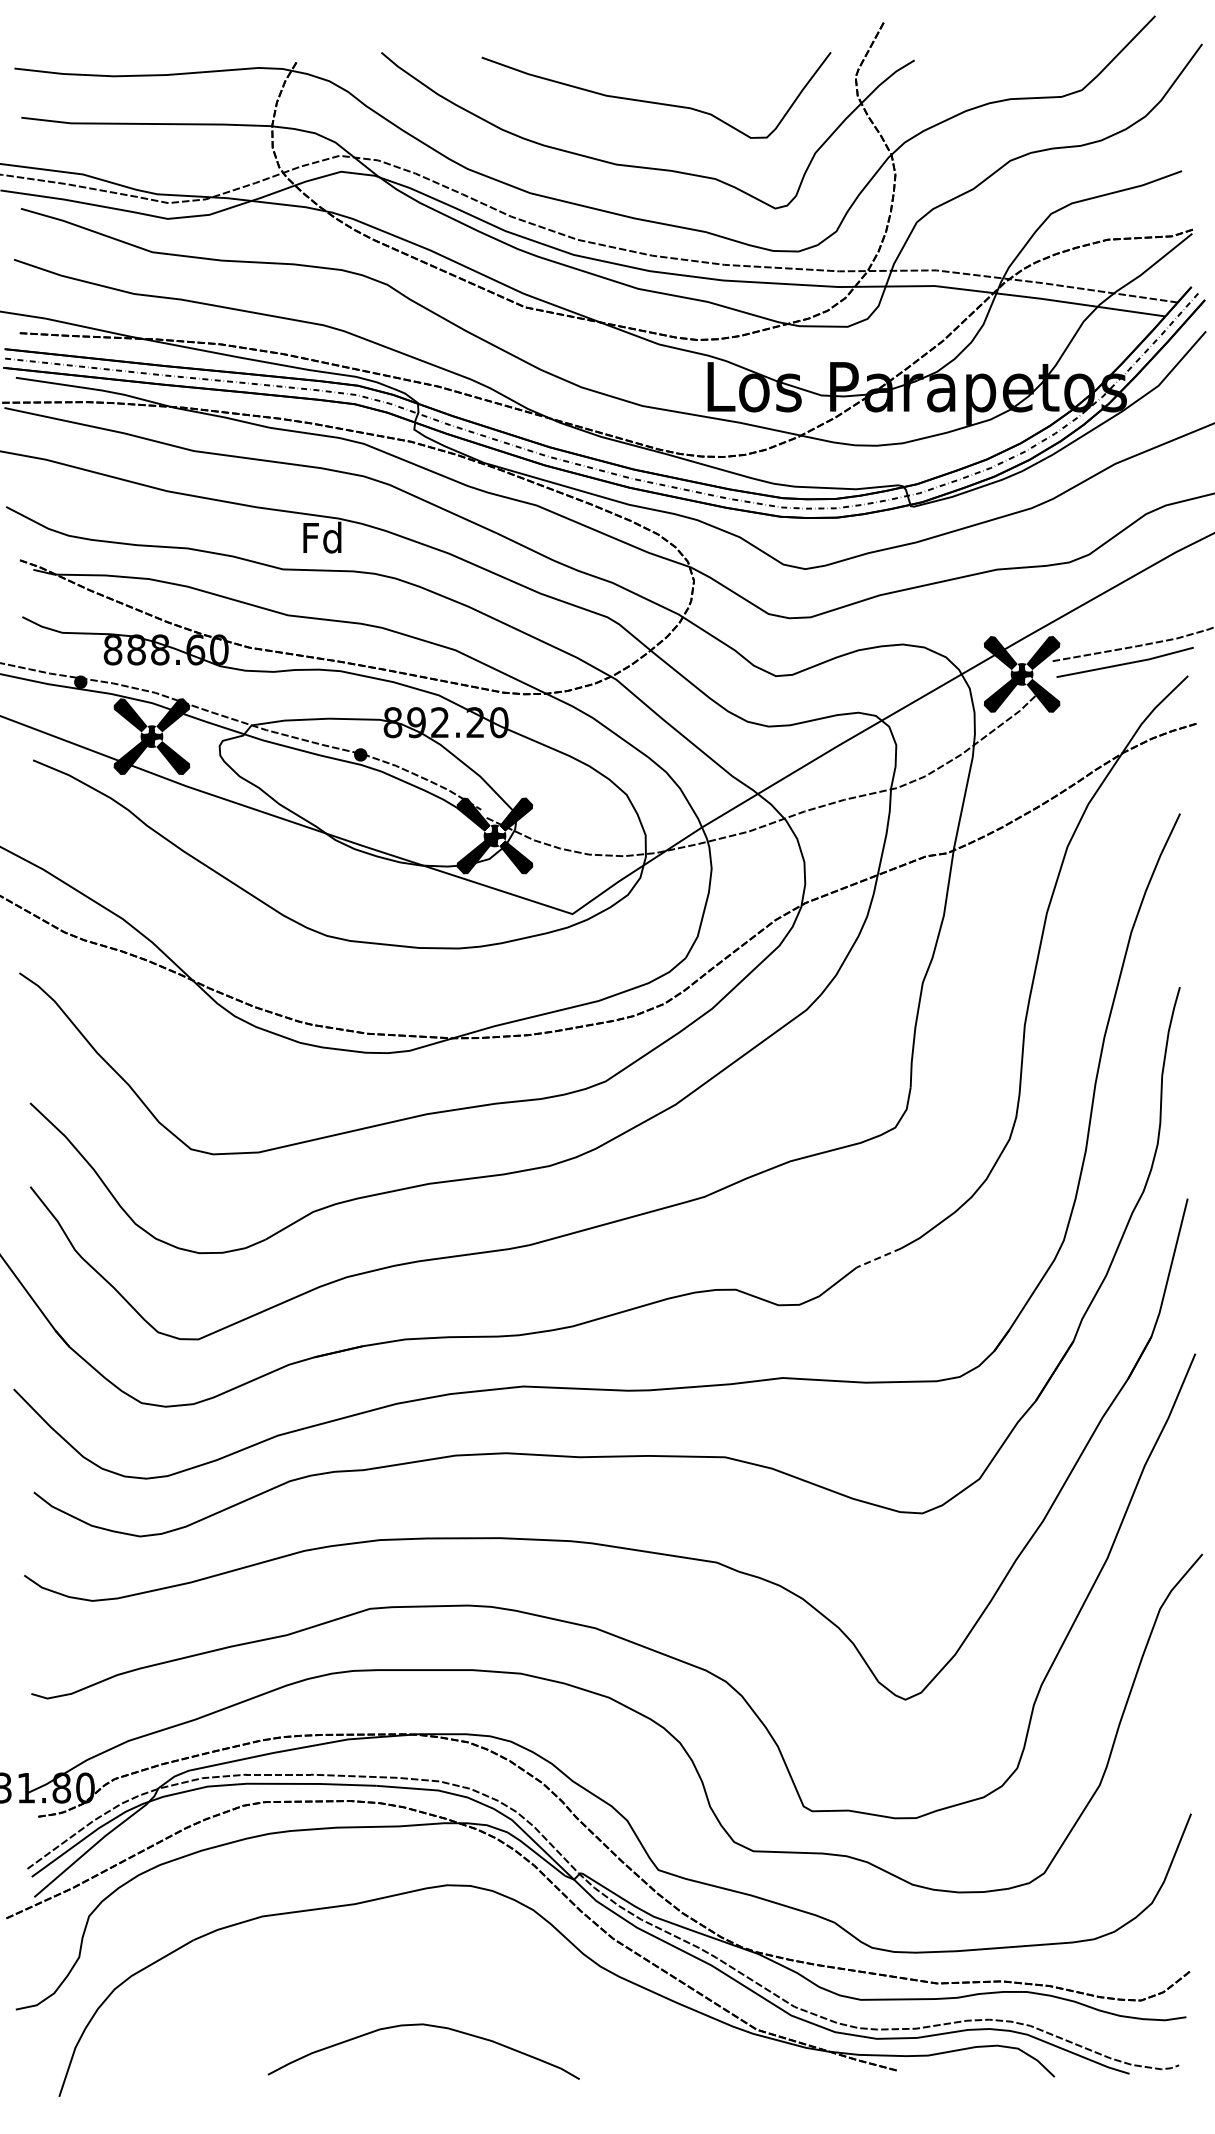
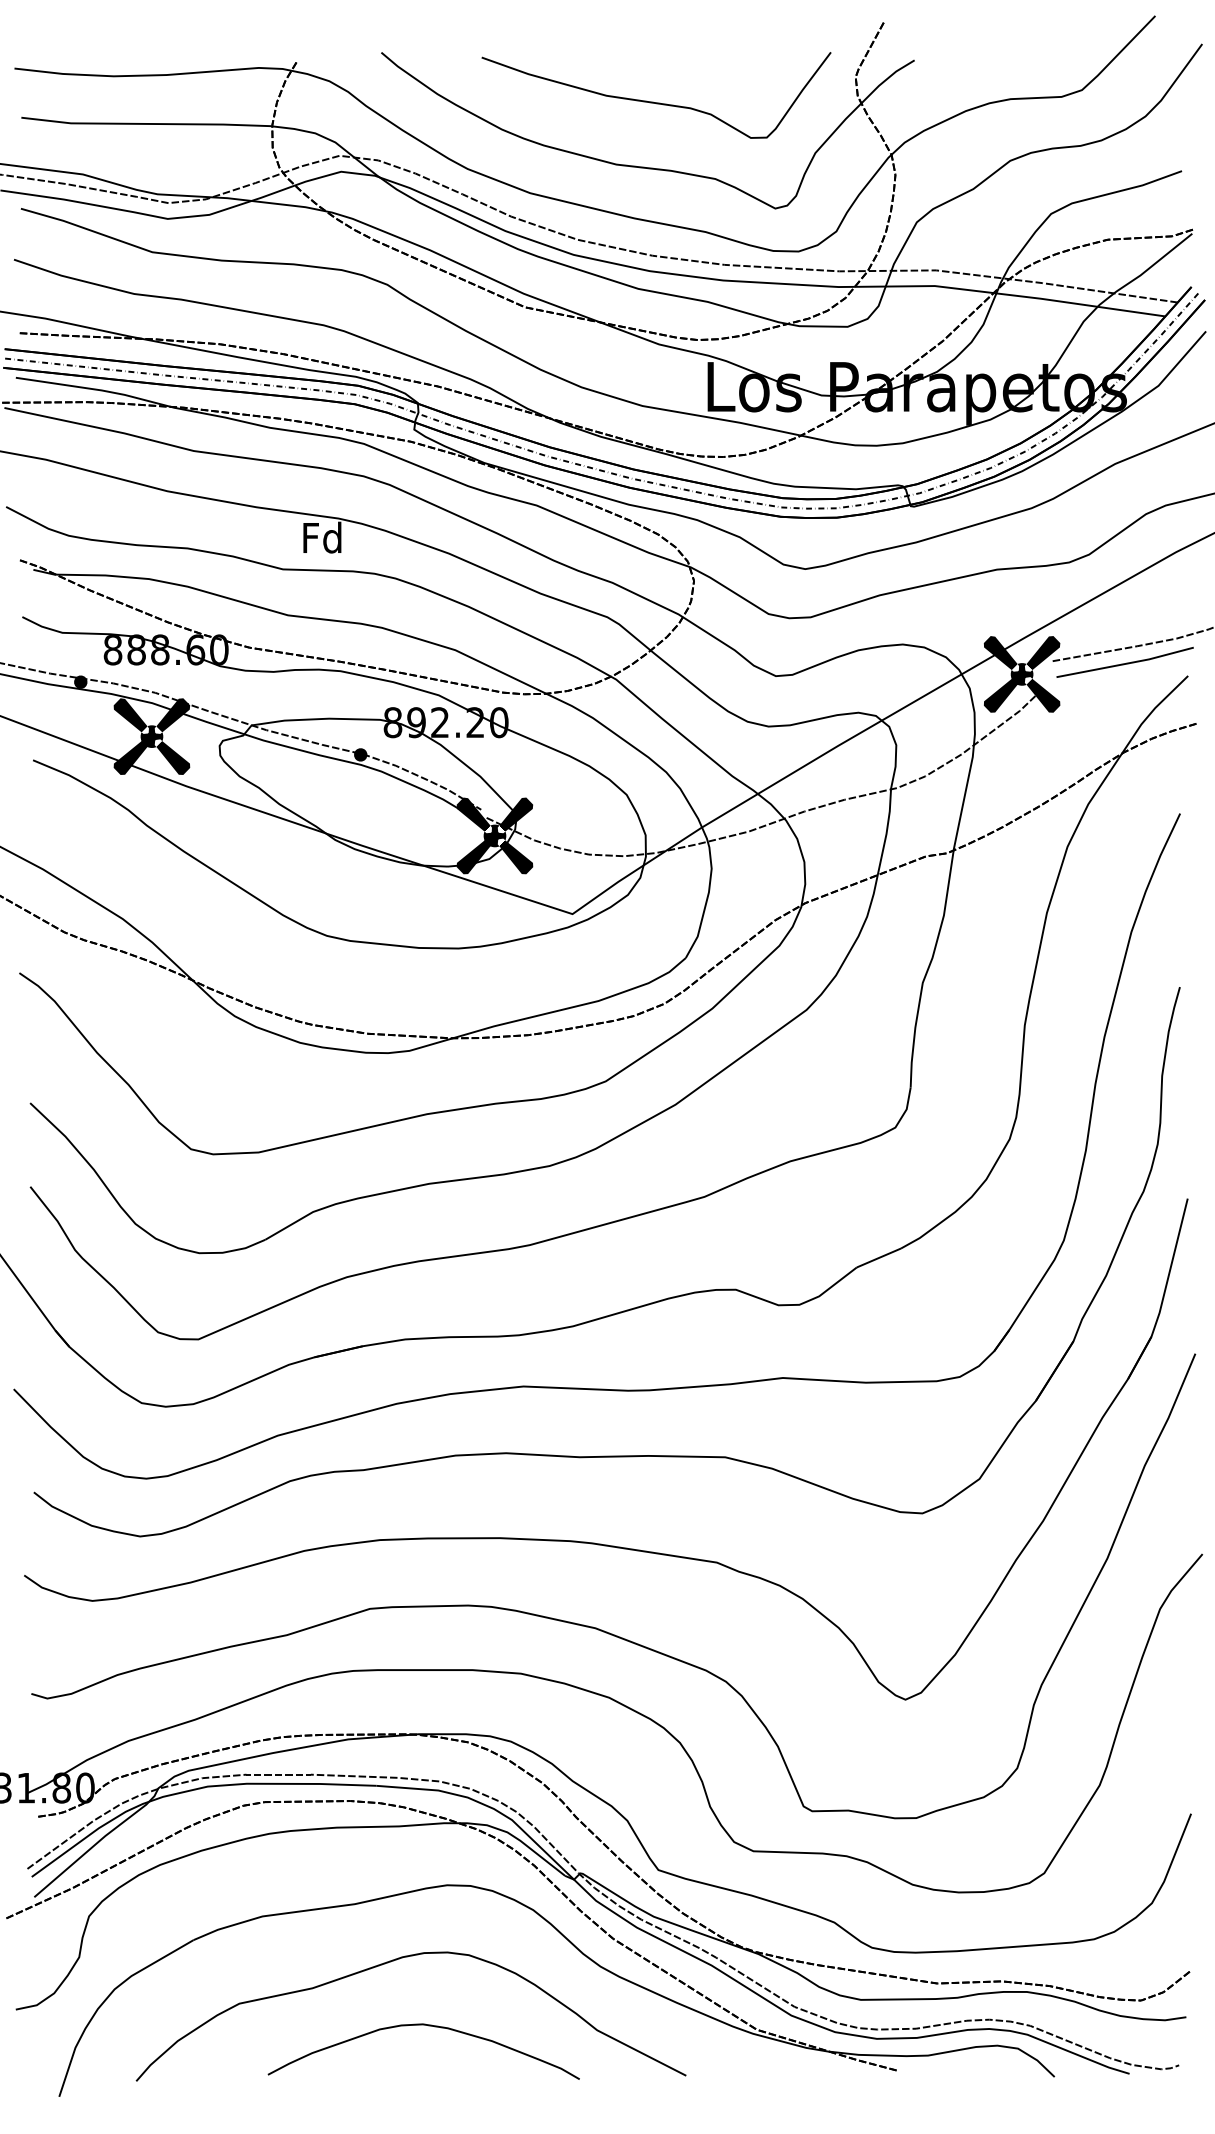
line at (878, 1258): dashed -> solid
curve at (388, 1963): none -> present
